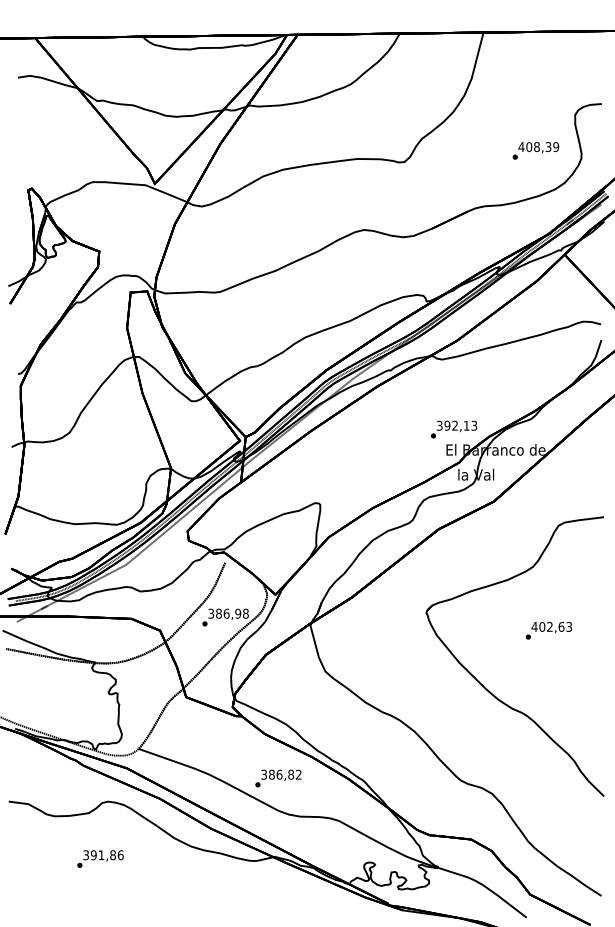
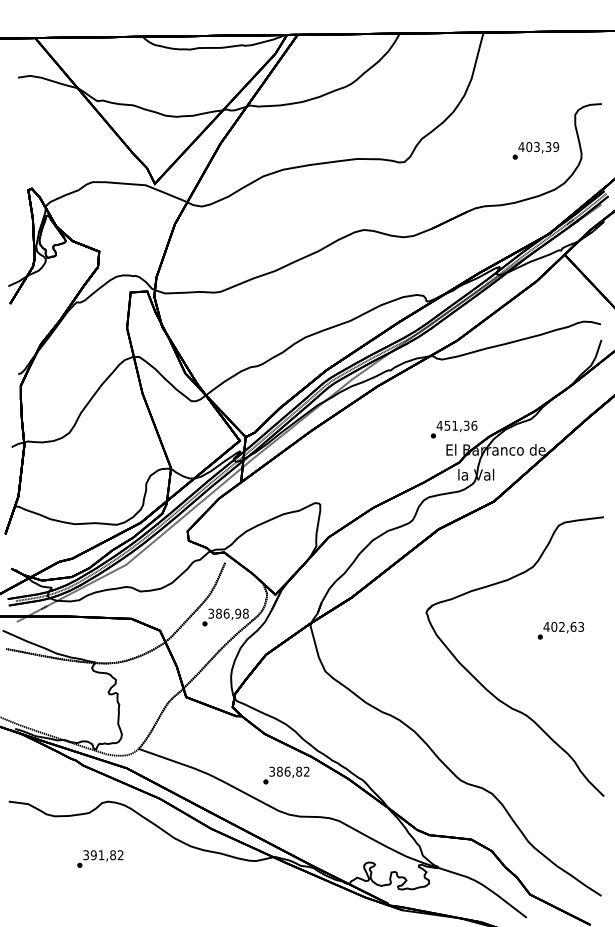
text at (536, 146): 408,39 -> 403,39
text at (456, 425): 392,13 -> 451,36
text at (548, 630) position: (548, 630) -> (560, 630)
text at (278, 778) position: (278, 778) -> (286, 775)
text at (120, 855): 391,86 -> 391,82
